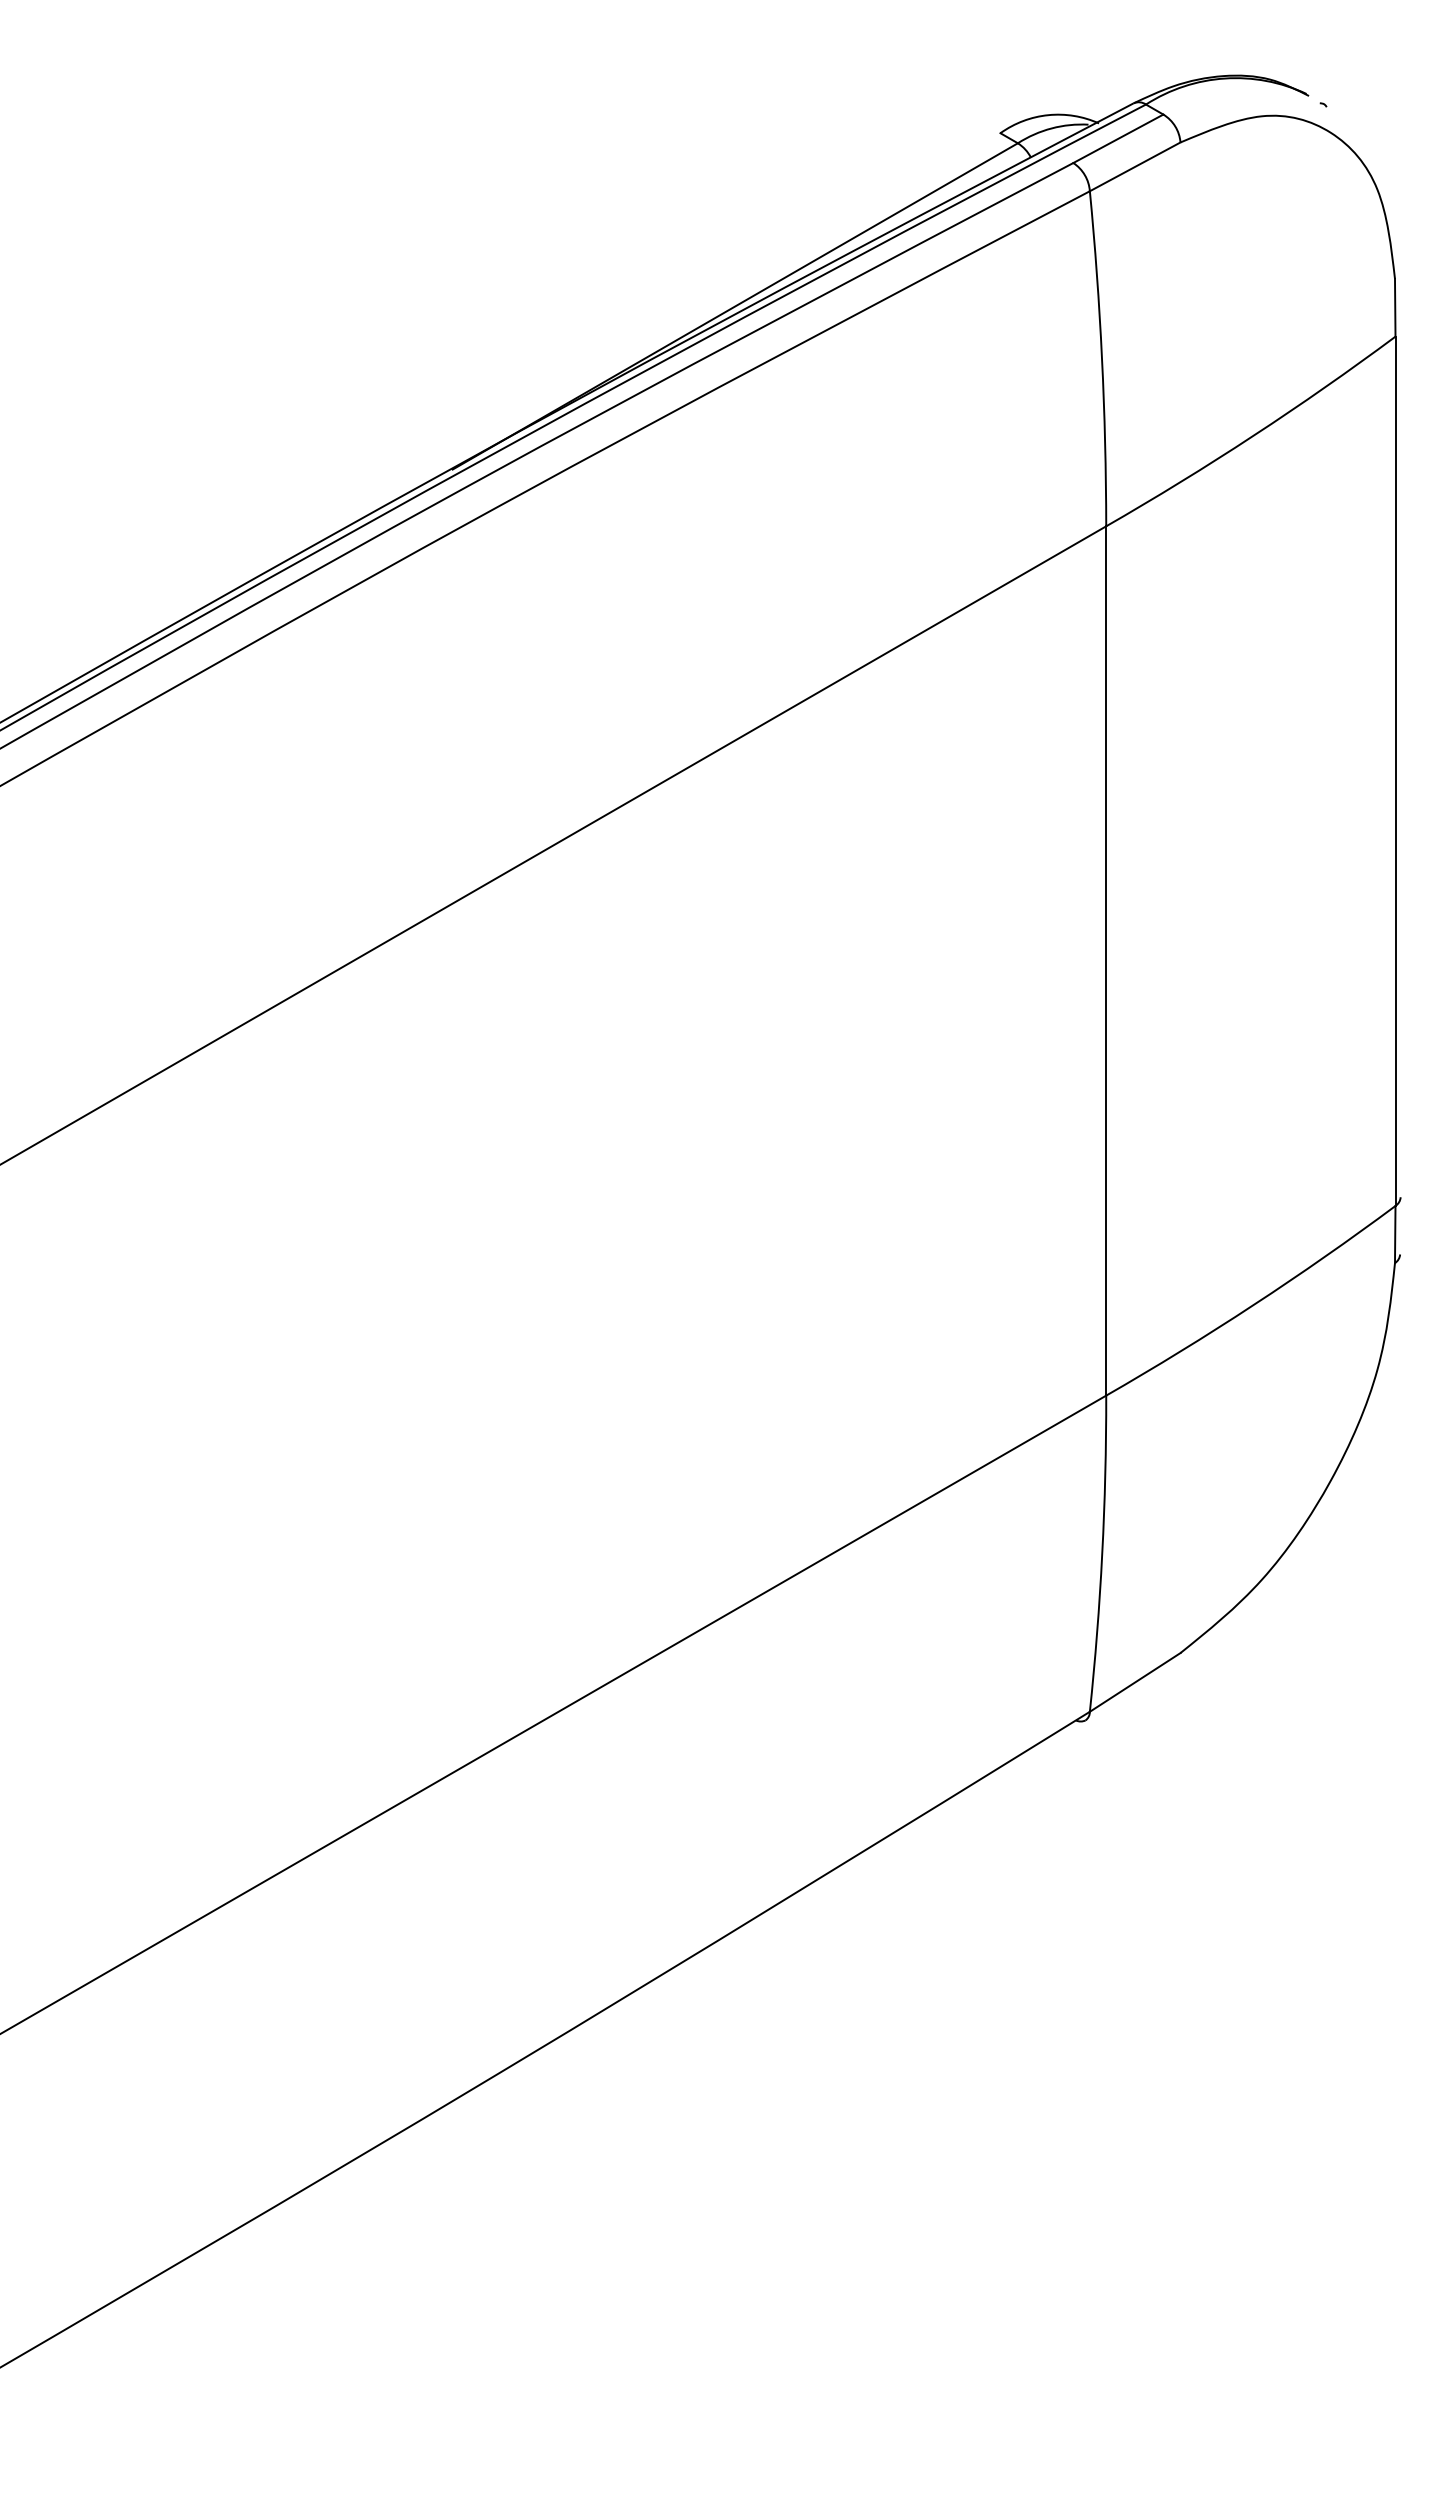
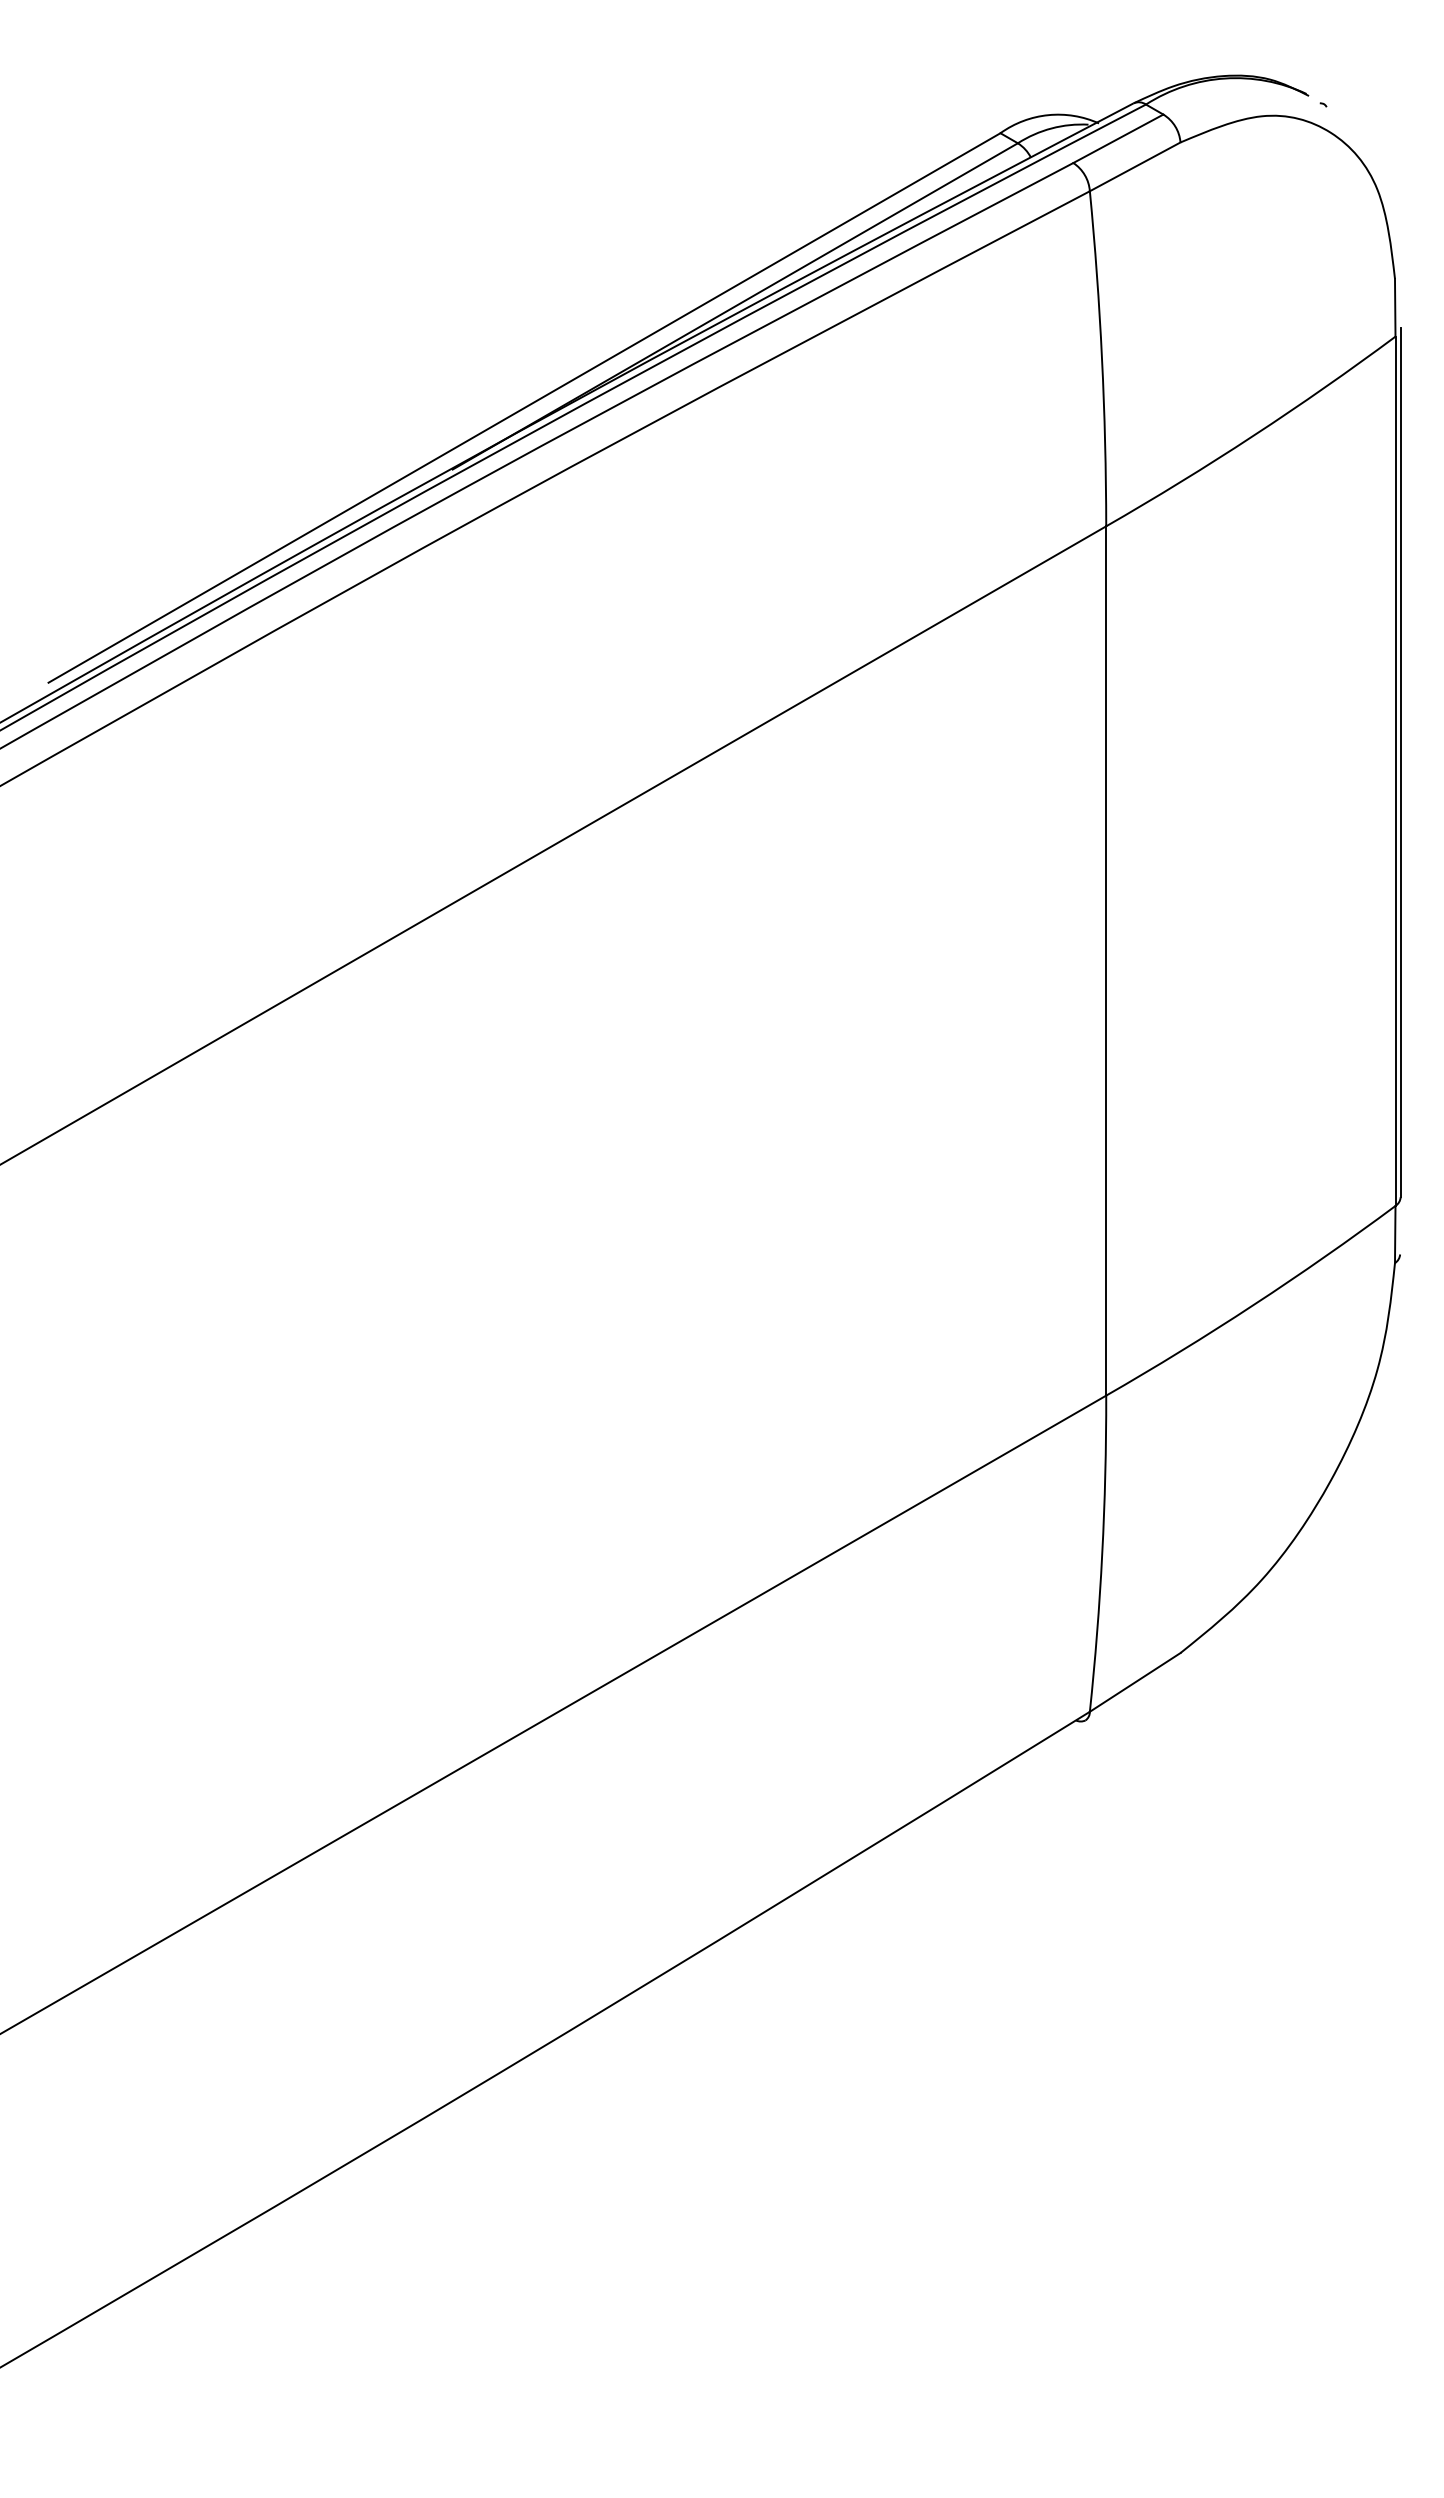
line at (524, 407): none -> present
line at (1400, 762): none -> present
